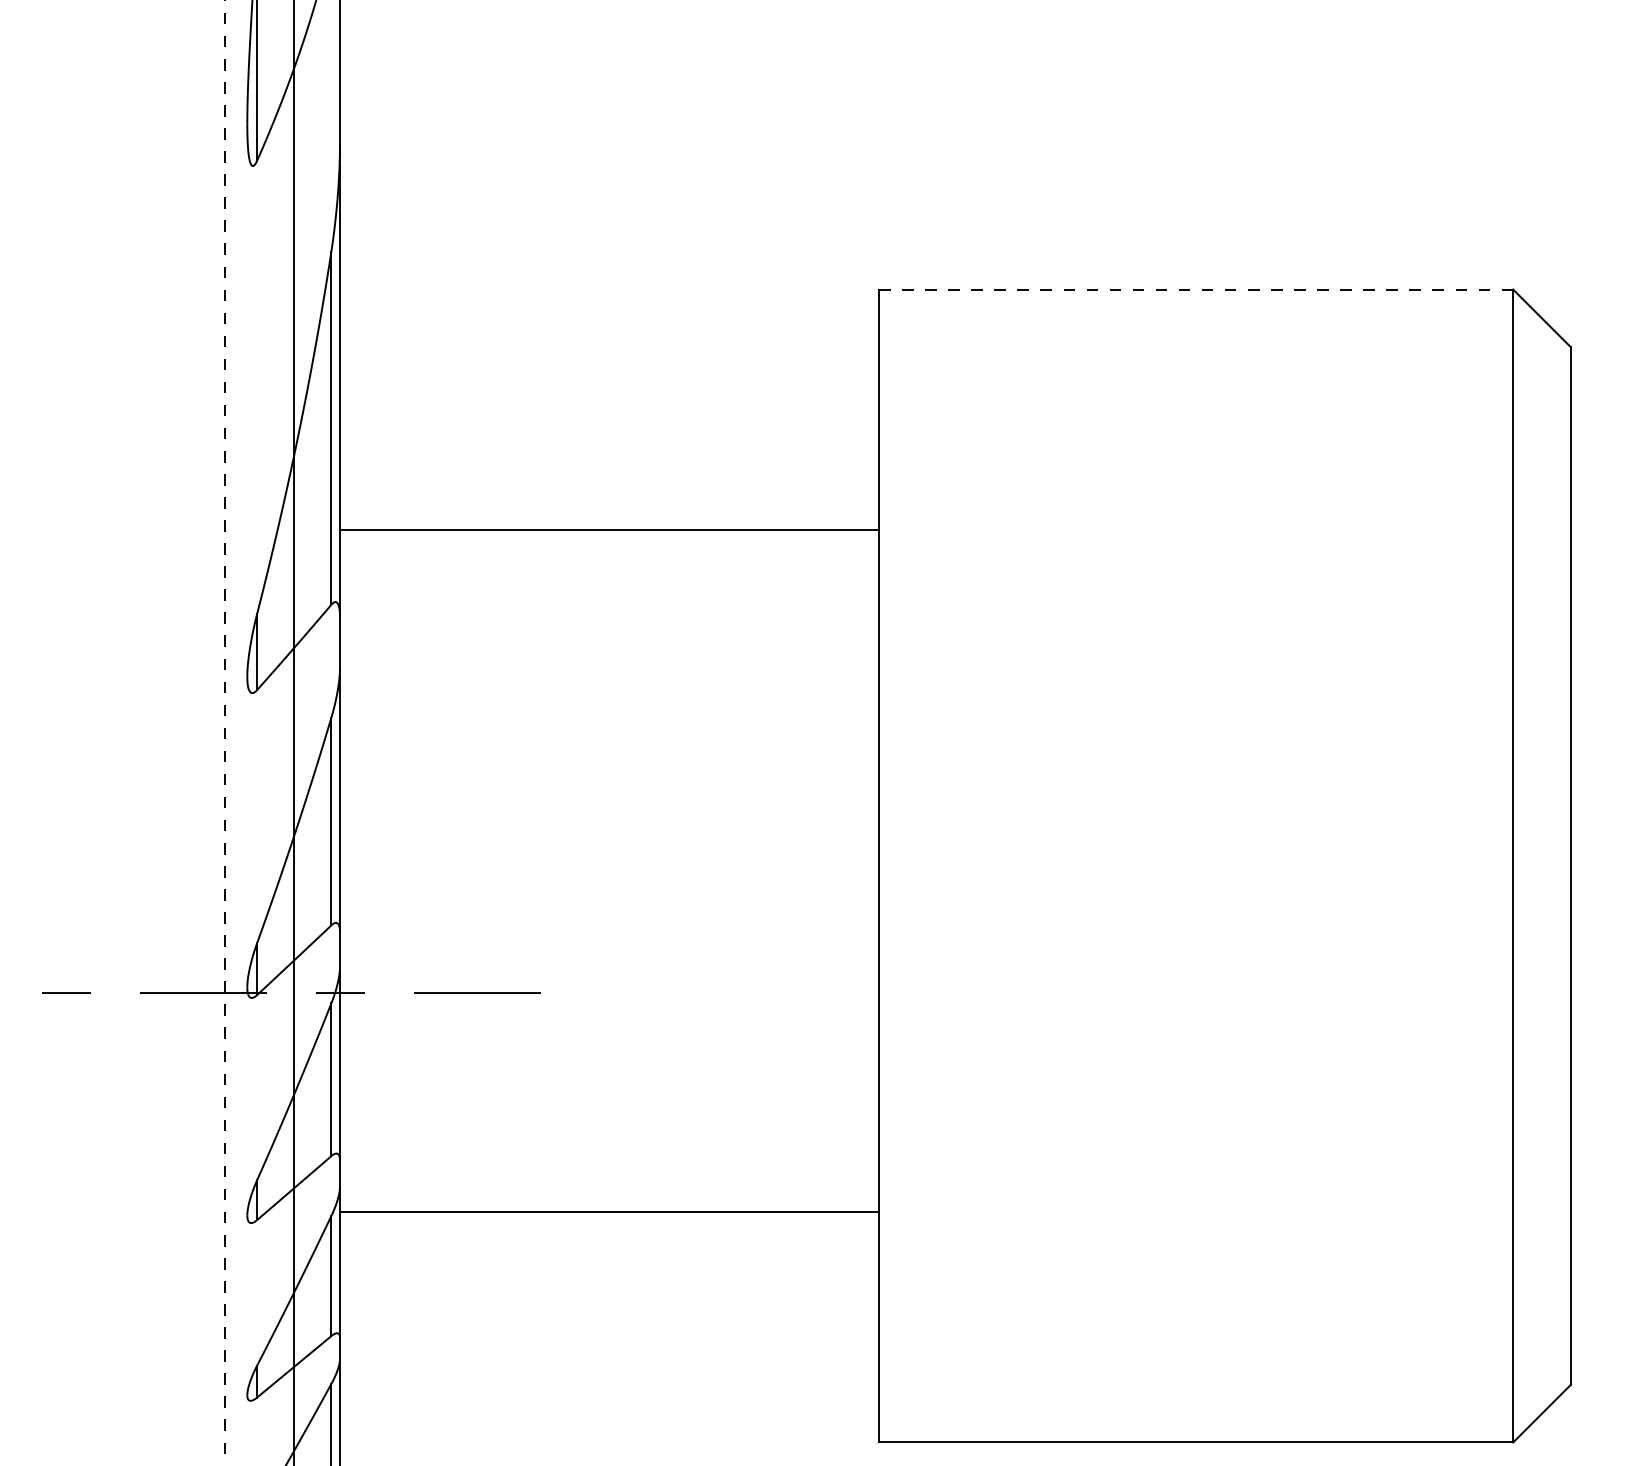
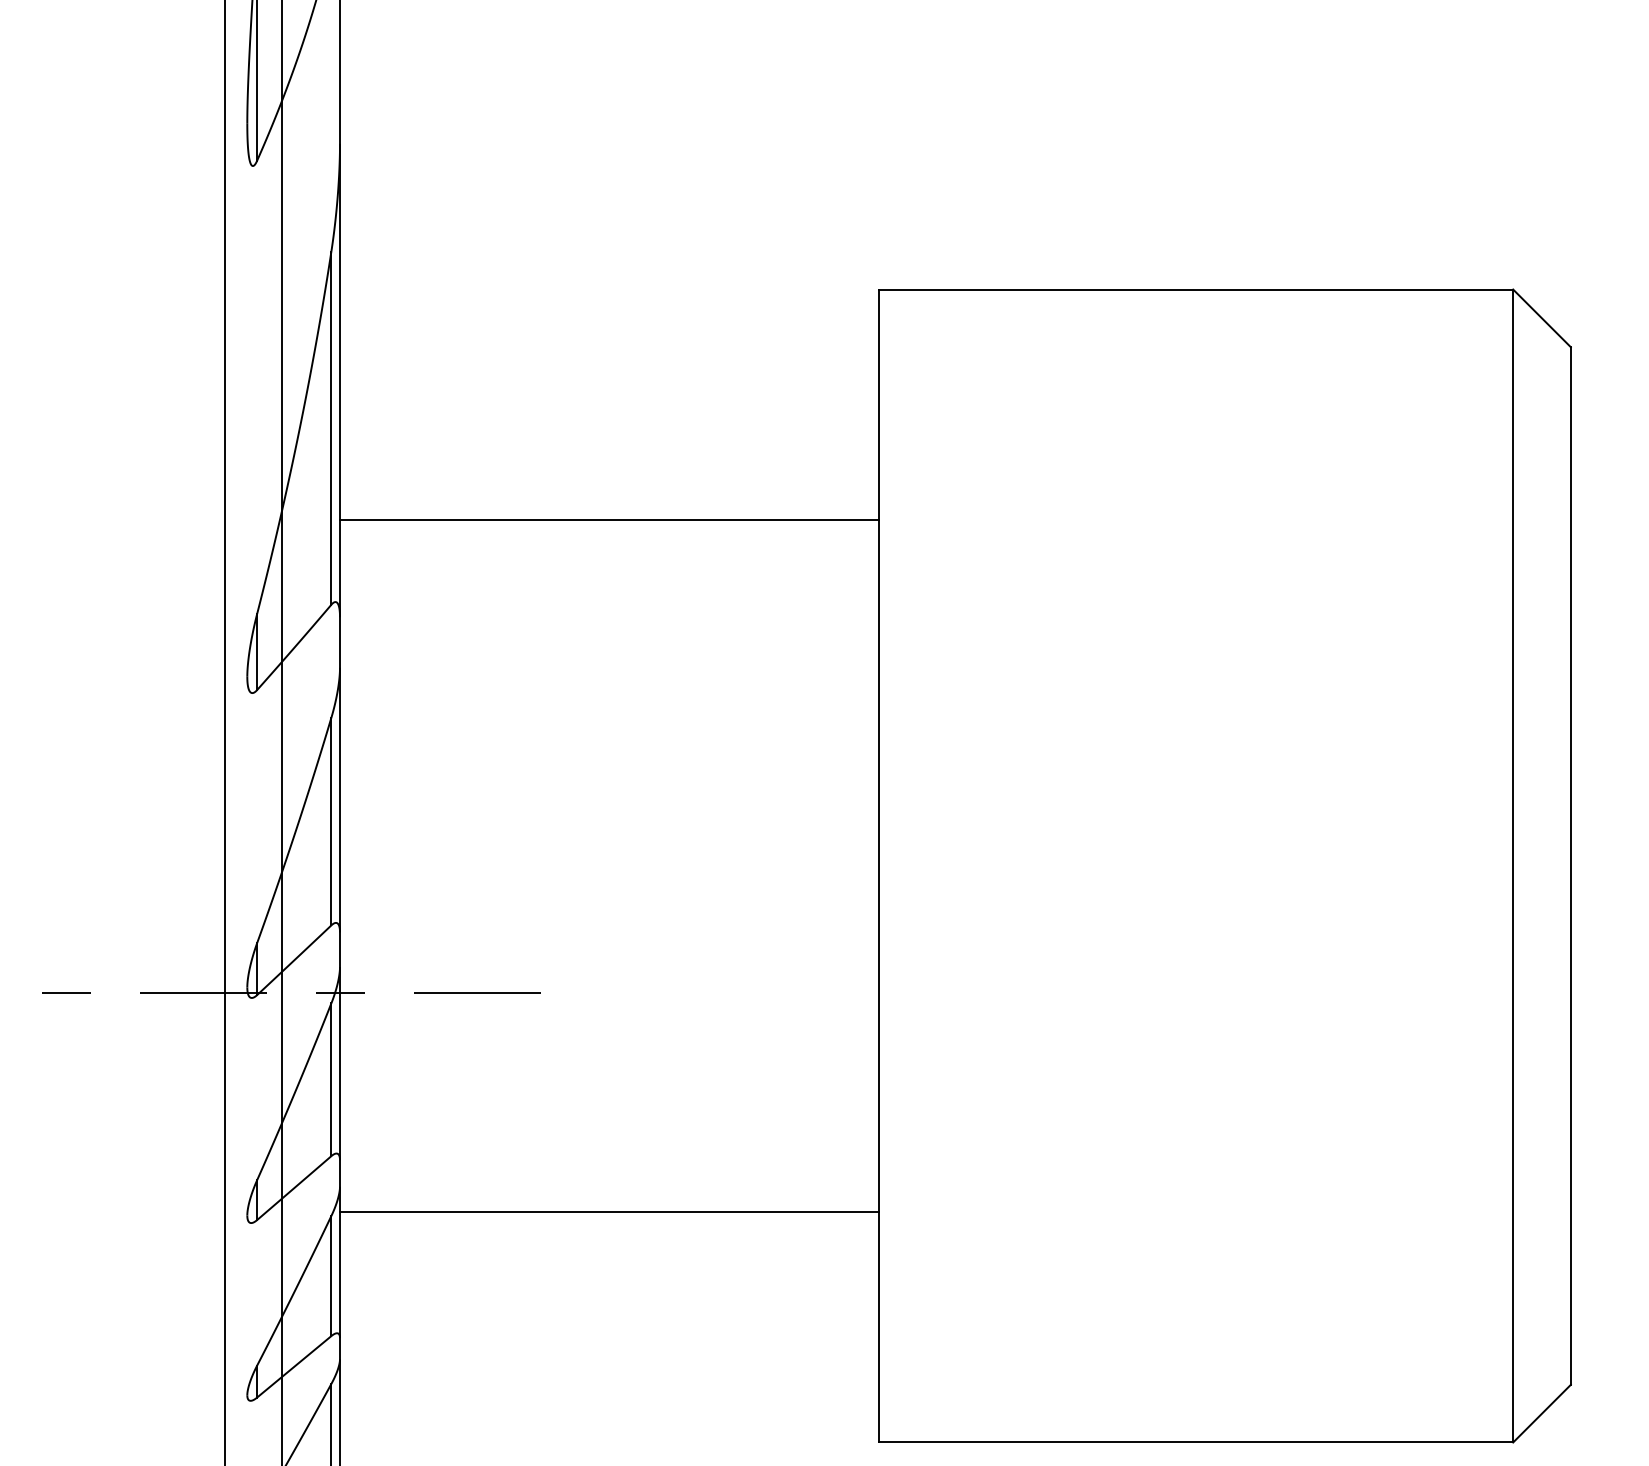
line at (1196, 289): dashed -> solid
line at (609, 530) position: (609, 530) -> (609, 520)
line at (224, 732): dashed -> solid
line at (294, 732) position: (294, 732) -> (282, 732)
